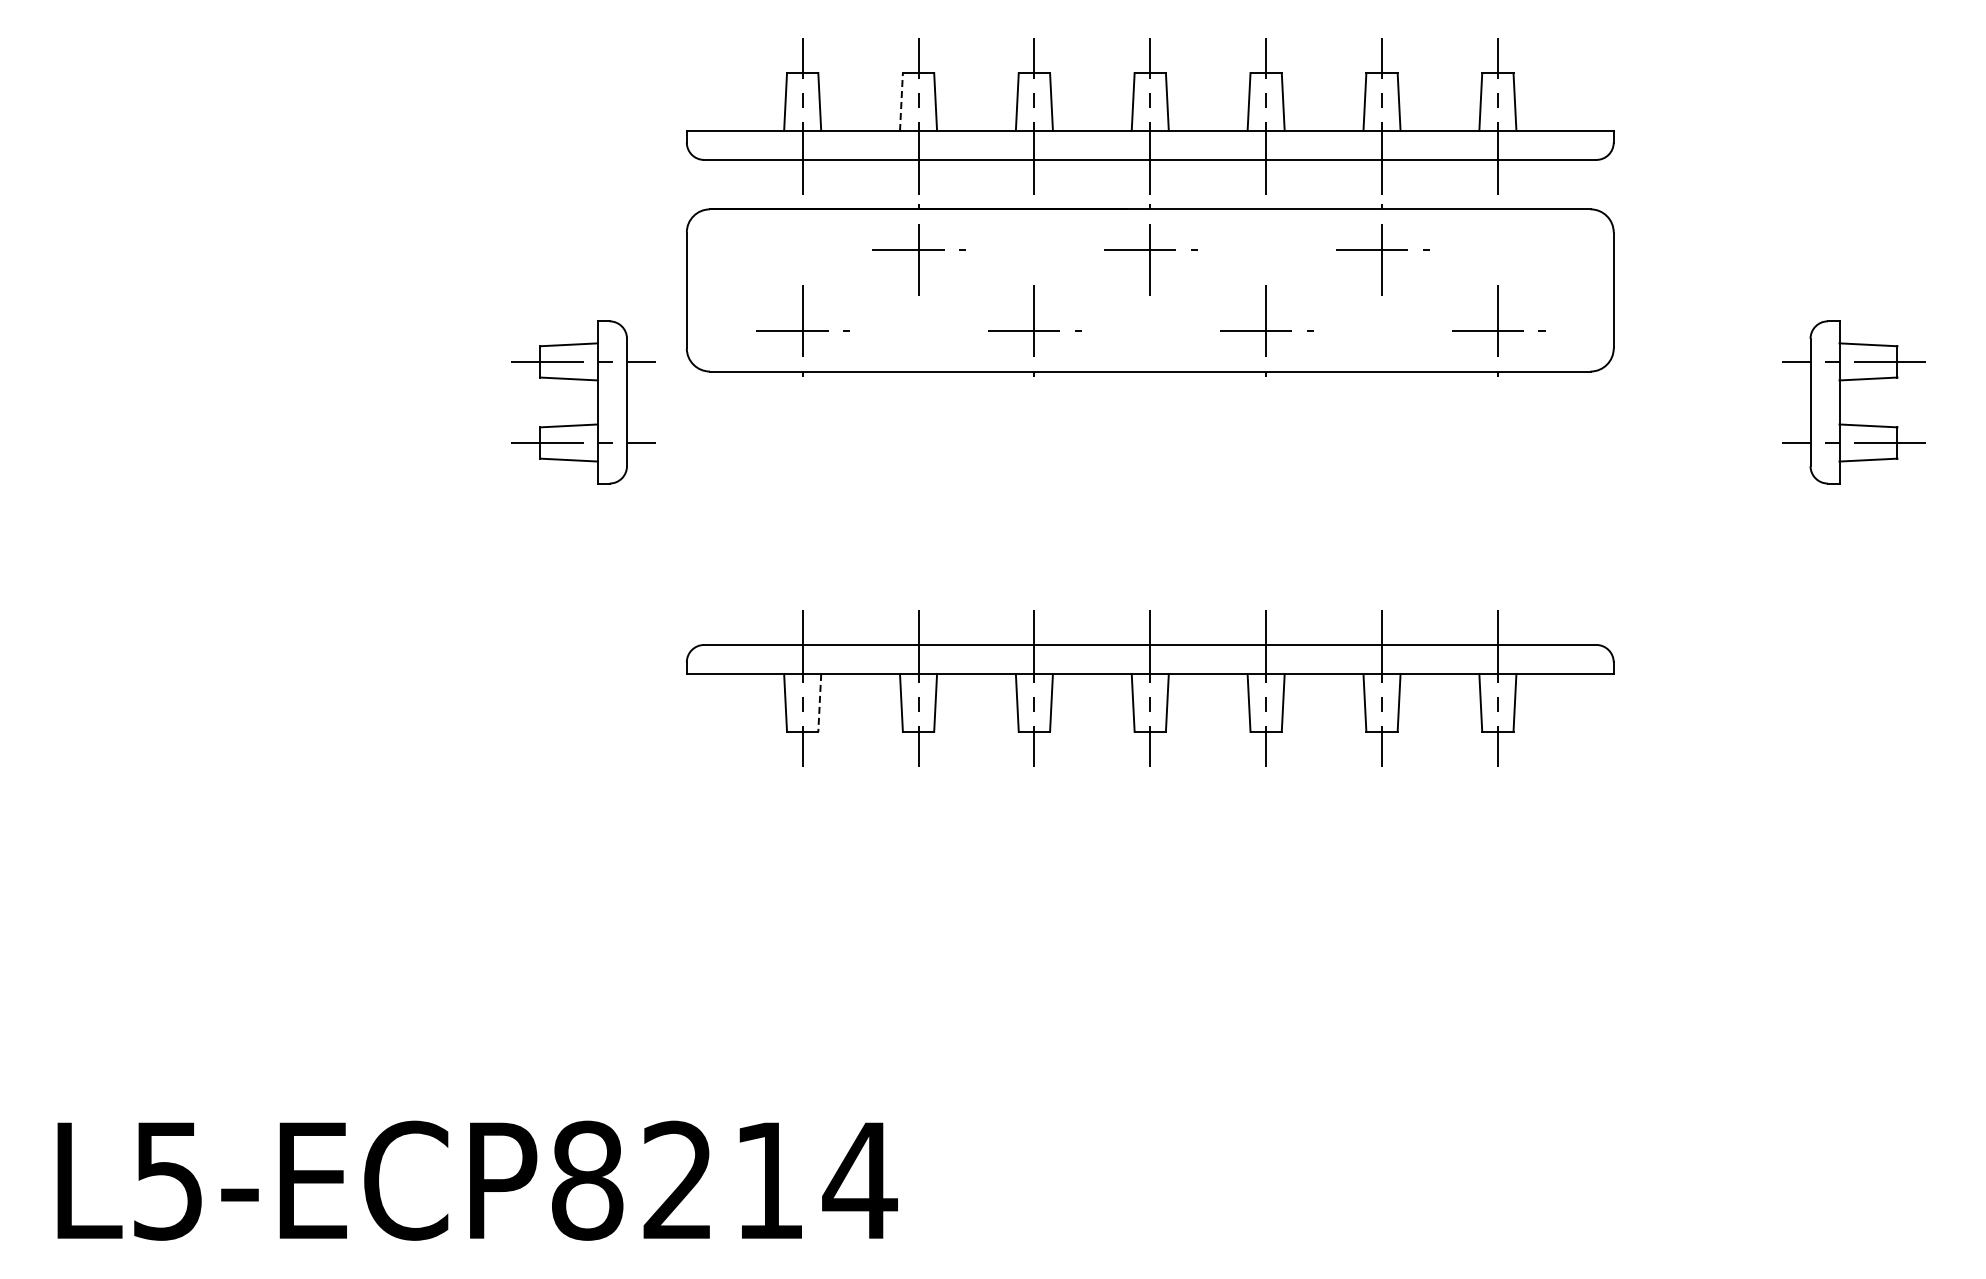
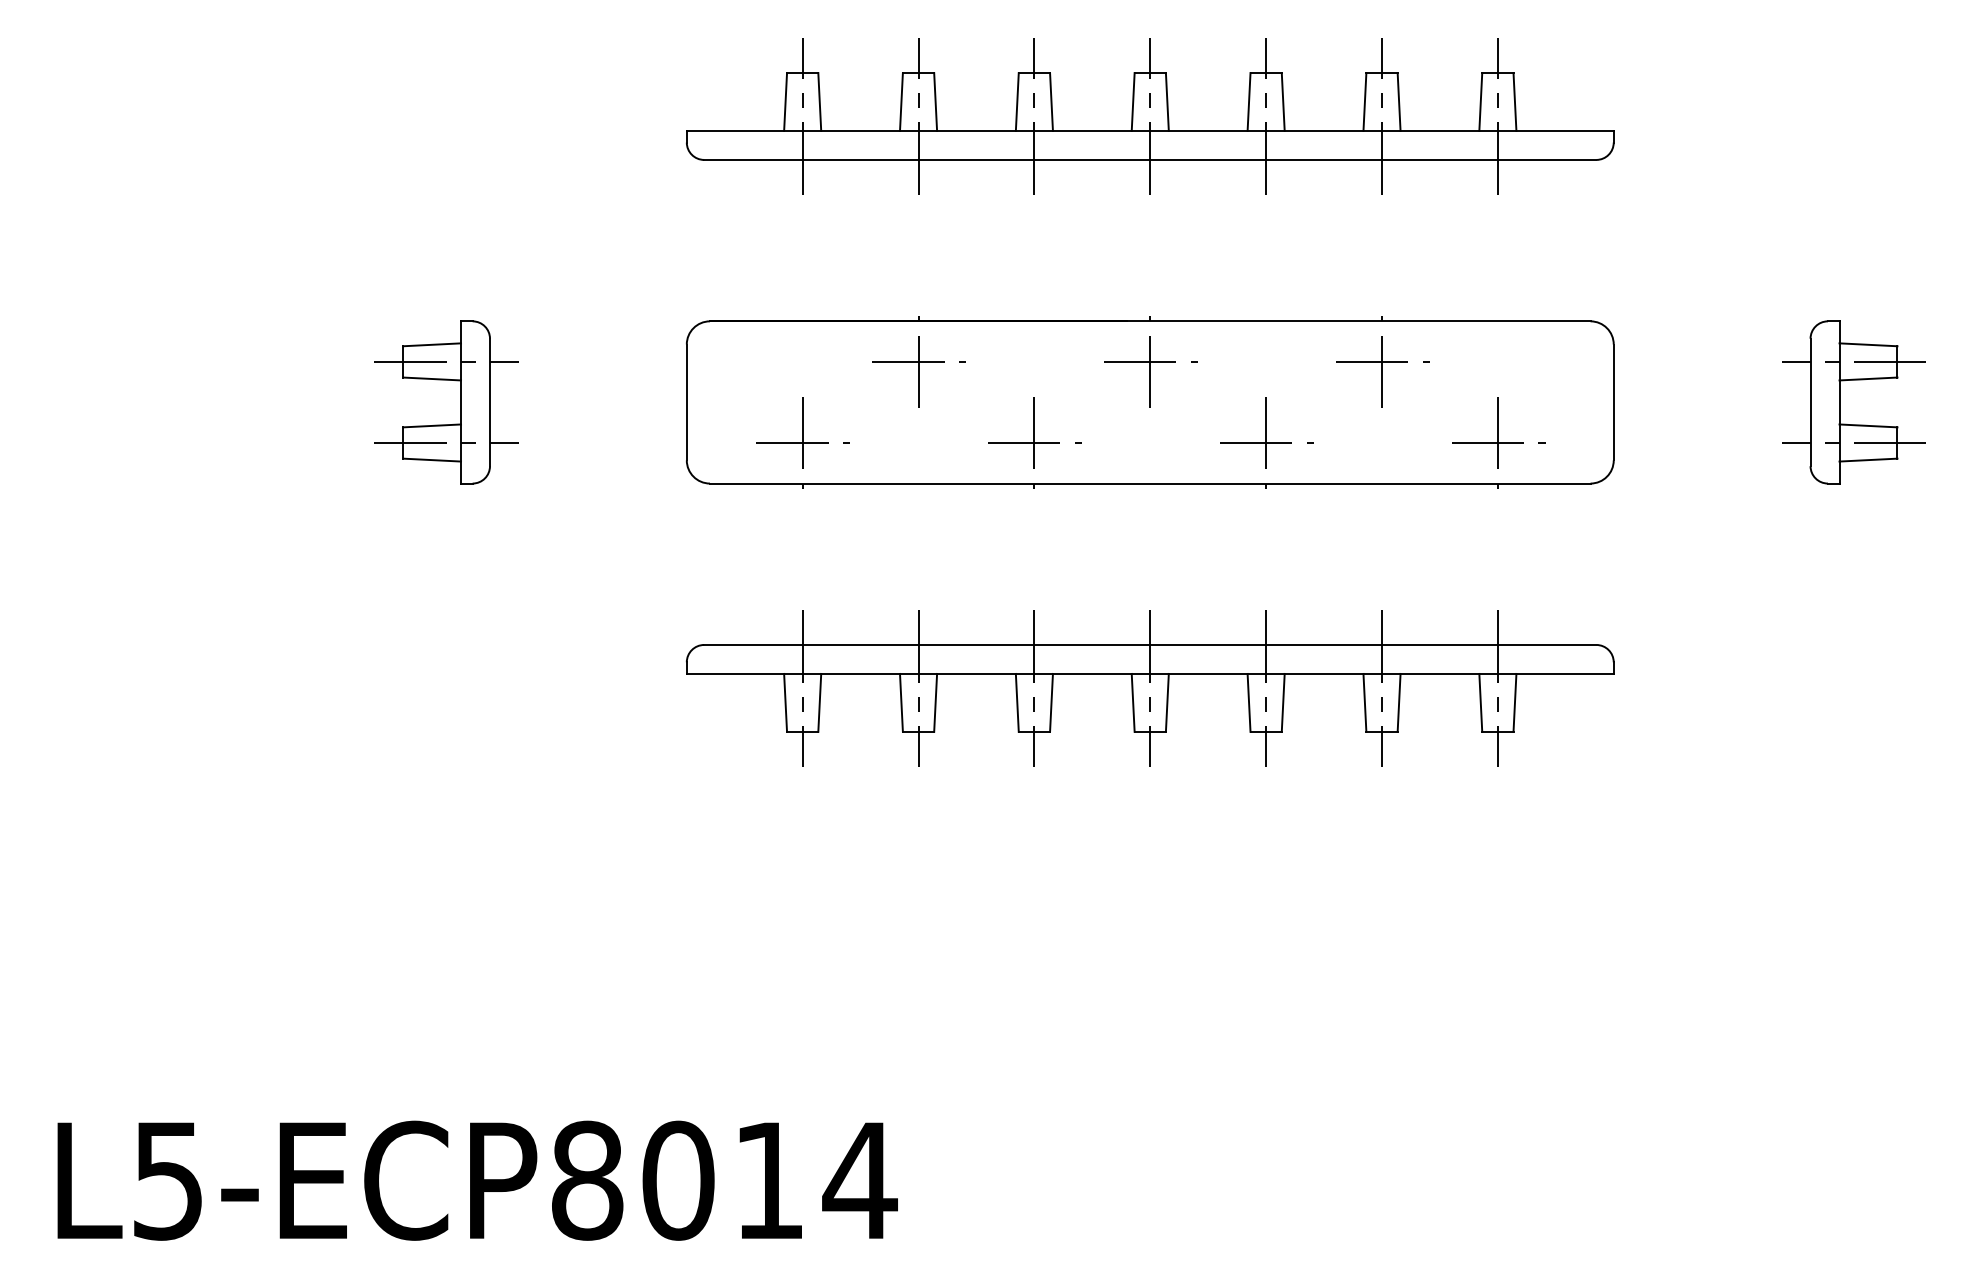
line at (901, 101): dashed -> solid
part at (1150, 290) position: (1150, 290) -> (1150, 402)
part at (597, 402) position: (597, 402) -> (460, 402)
line at (819, 703): dashed -> solid
text at (678, 1180): L5-ECP8214 -> L5-ECP8014
